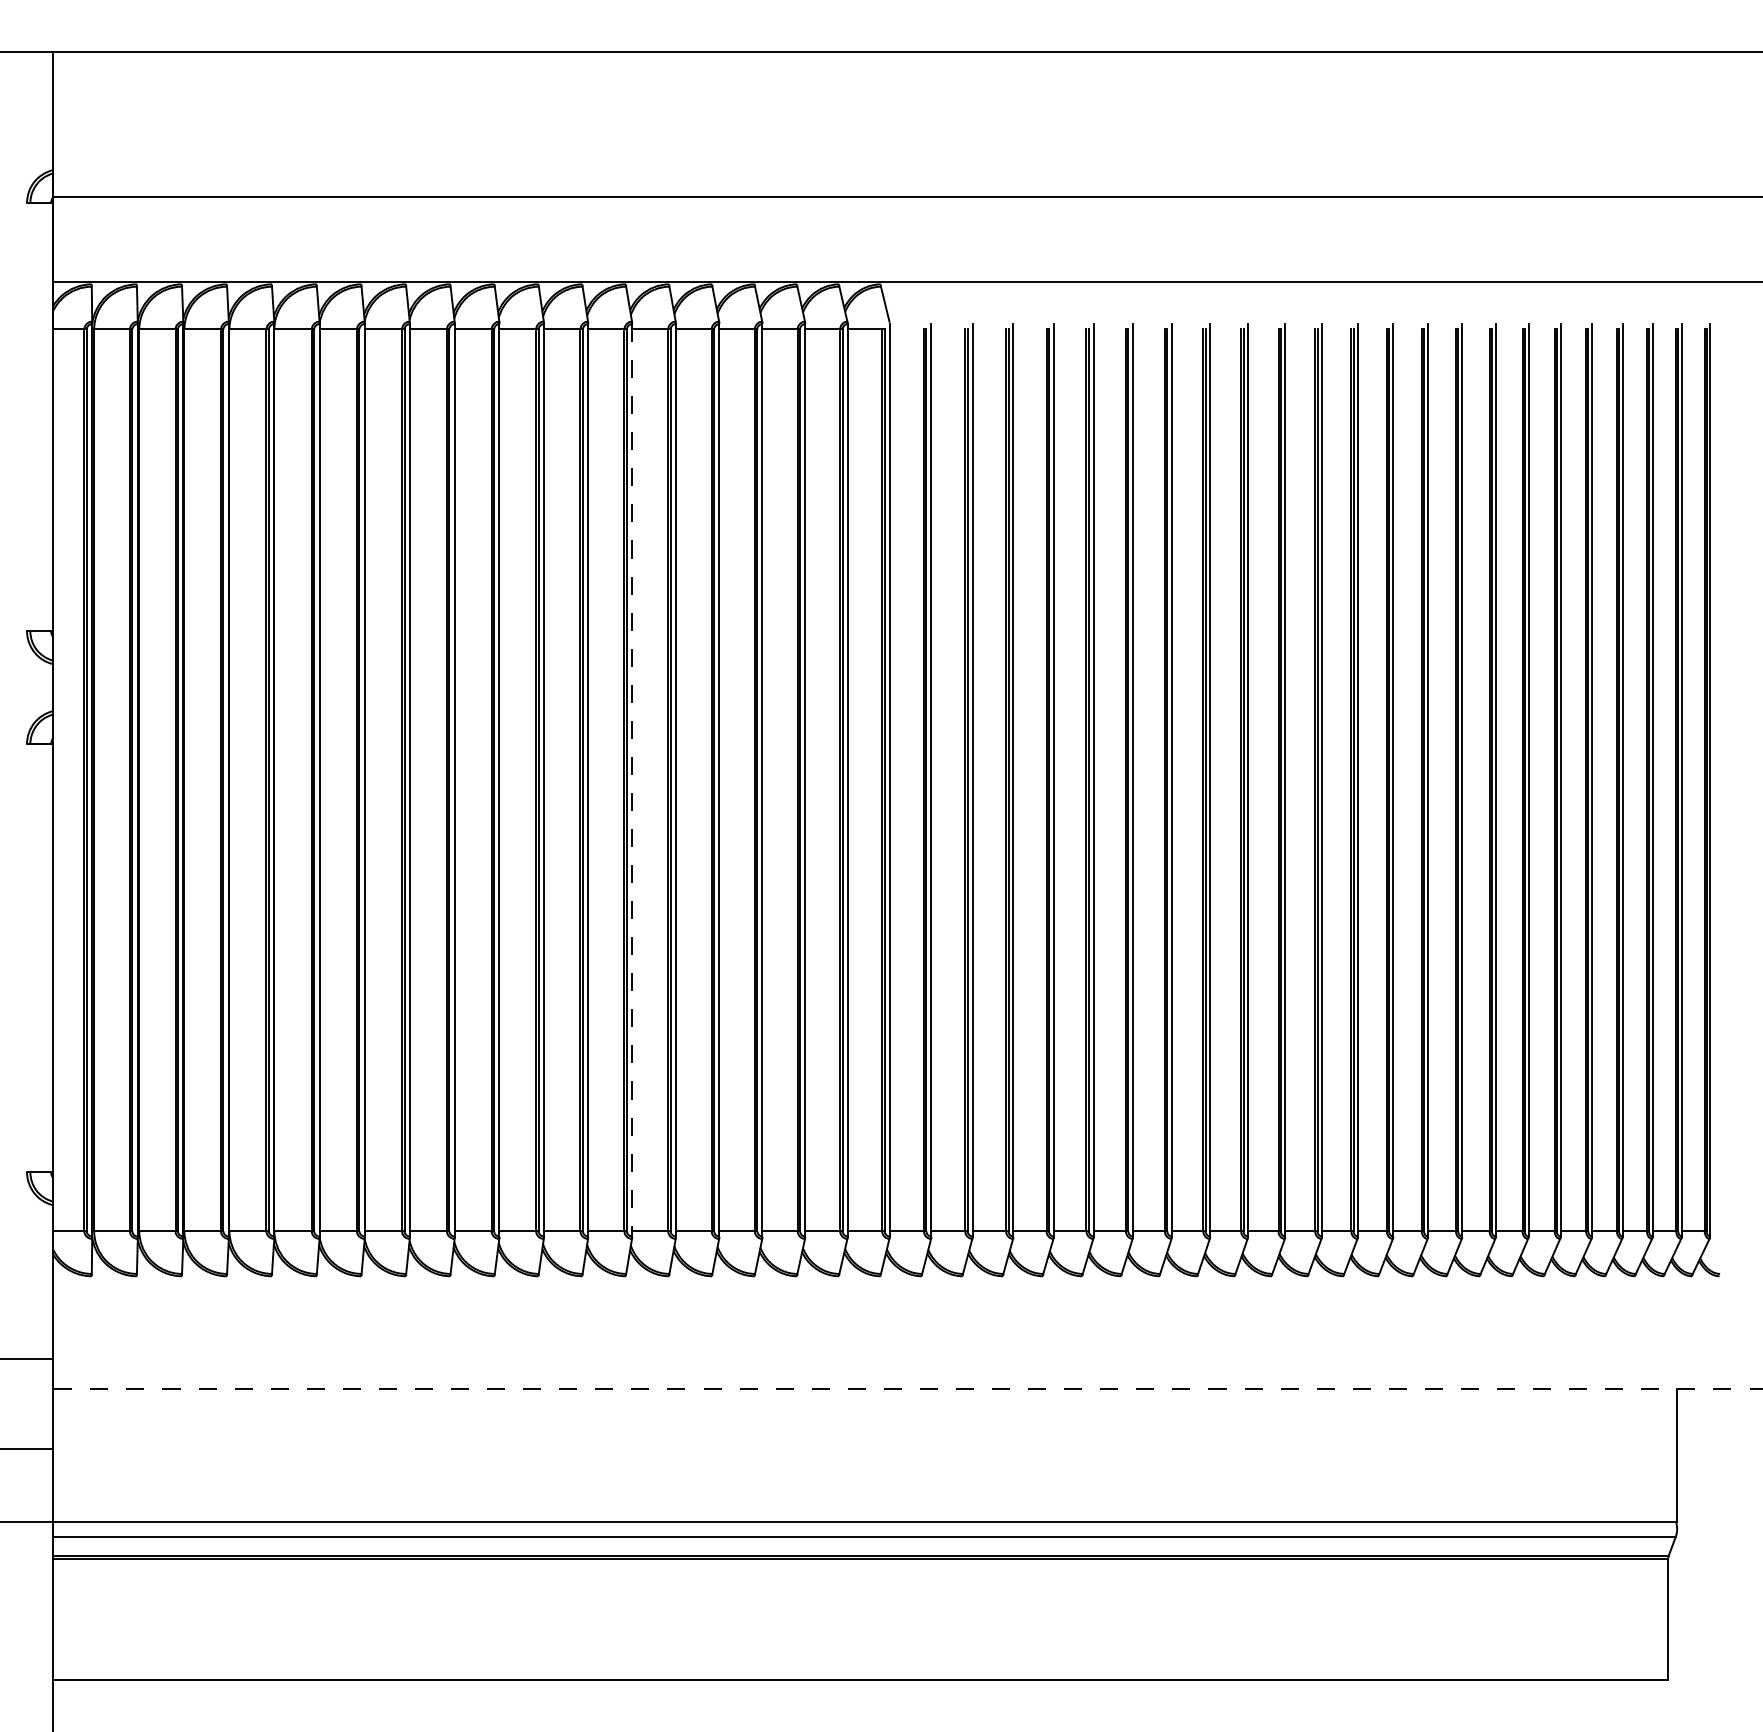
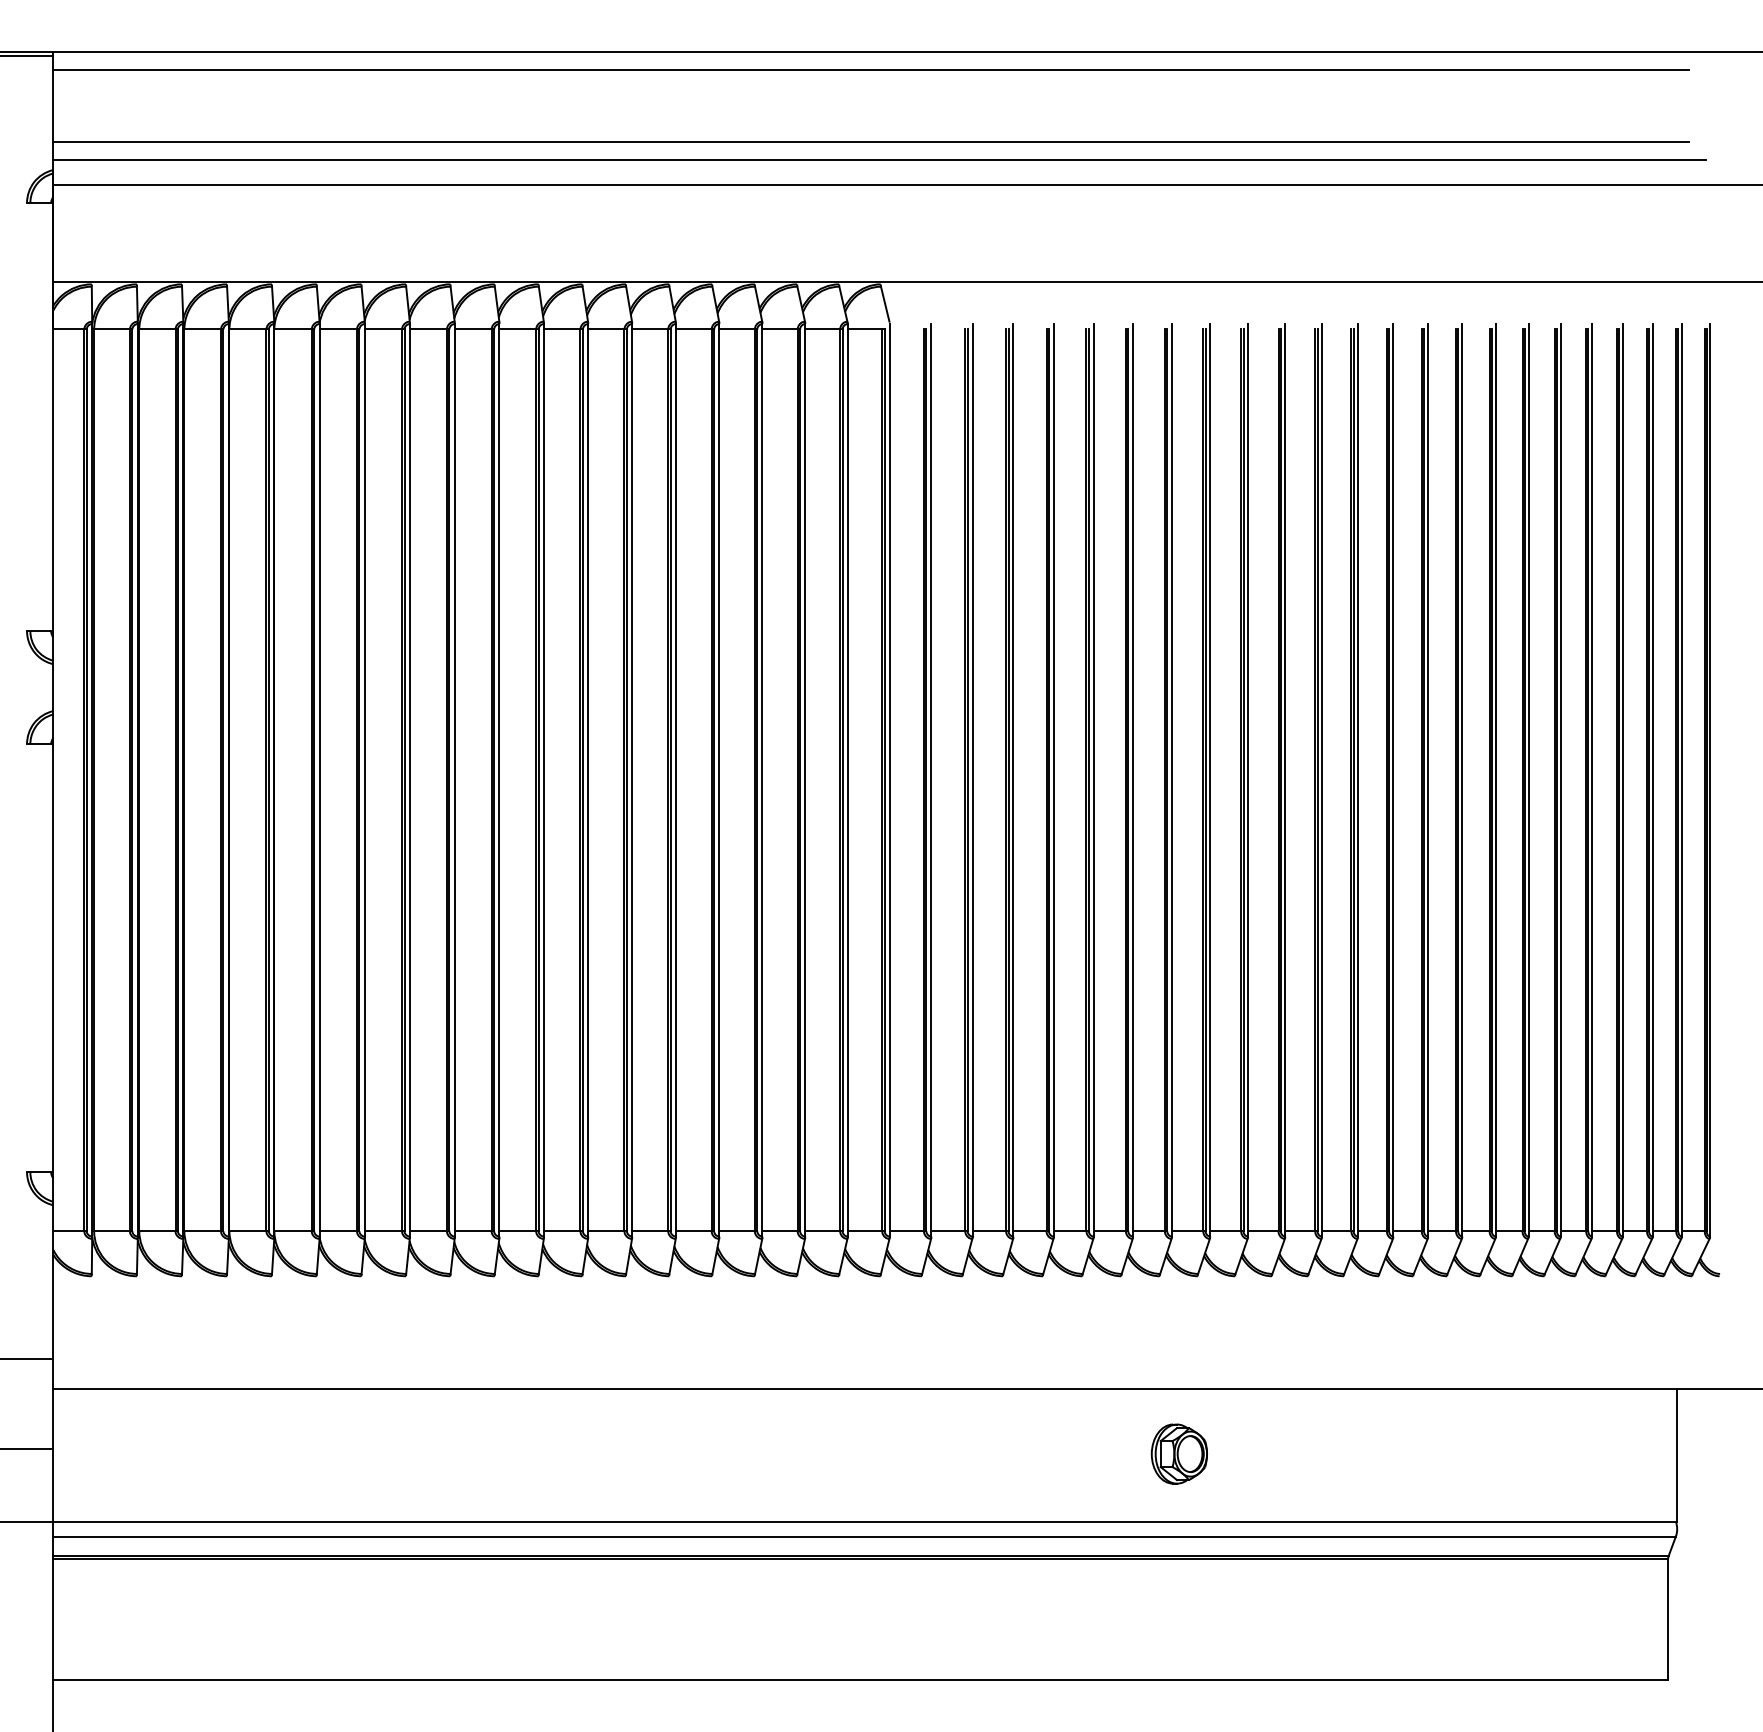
line at (27, 56): none -> present
line at (870, 69): none -> present
line at (870, 142): none -> present
line at (879, 160): none -> present
line at (906, 197) position: (906, 197) -> (906, 185)
line at (632, 780): dashed -> solid
line at (907, 1388): dashed -> solid
part at (1178, 1453): none -> present
